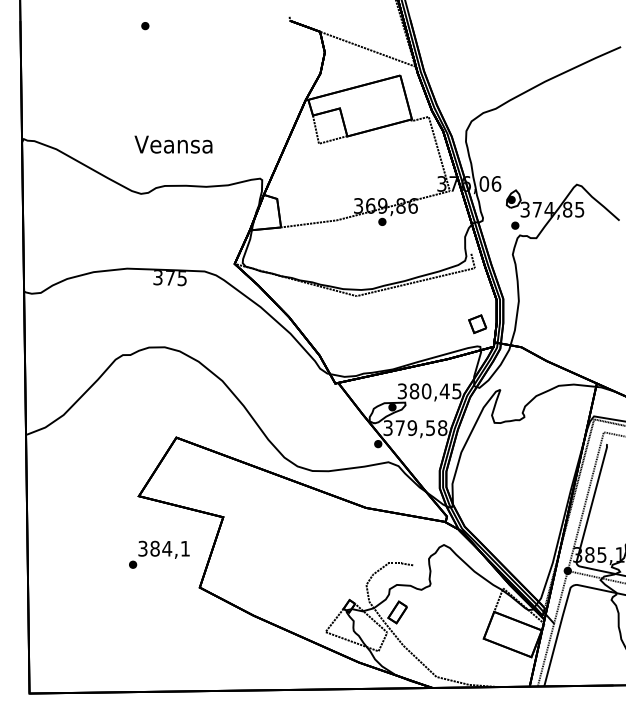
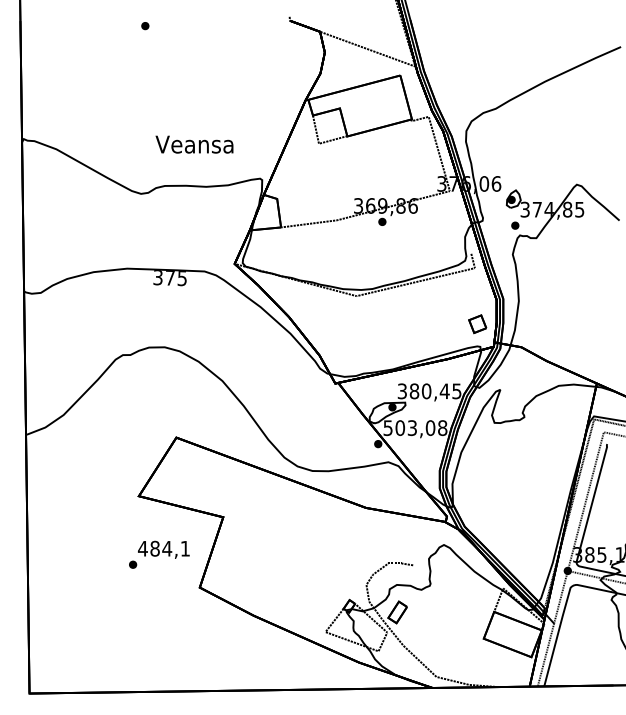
text at (173, 144) position: (173, 144) -> (194, 144)
text at (409, 428): 379,58 -> 503,08
text at (142, 548): 384,1 -> 484,1
